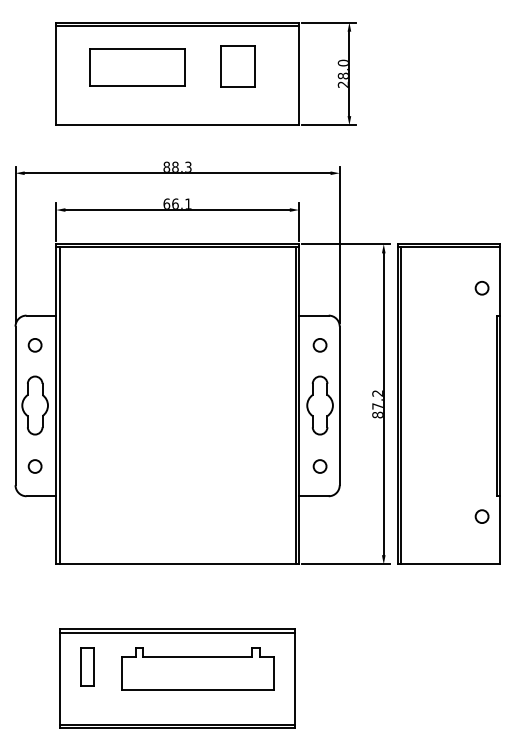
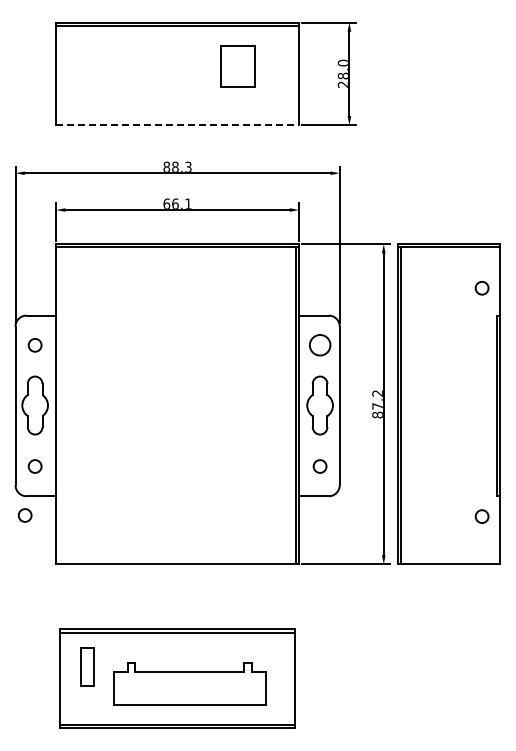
part at (137, 67): present -> none
line at (178, 125): solid -> dashed
circle at (319, 345) size: 16x15 px -> 23x23 px
line at (59, 405): present -> none
circle at (24, 515): none -> present
part at (197, 668) position: (197, 668) -> (189, 683)
